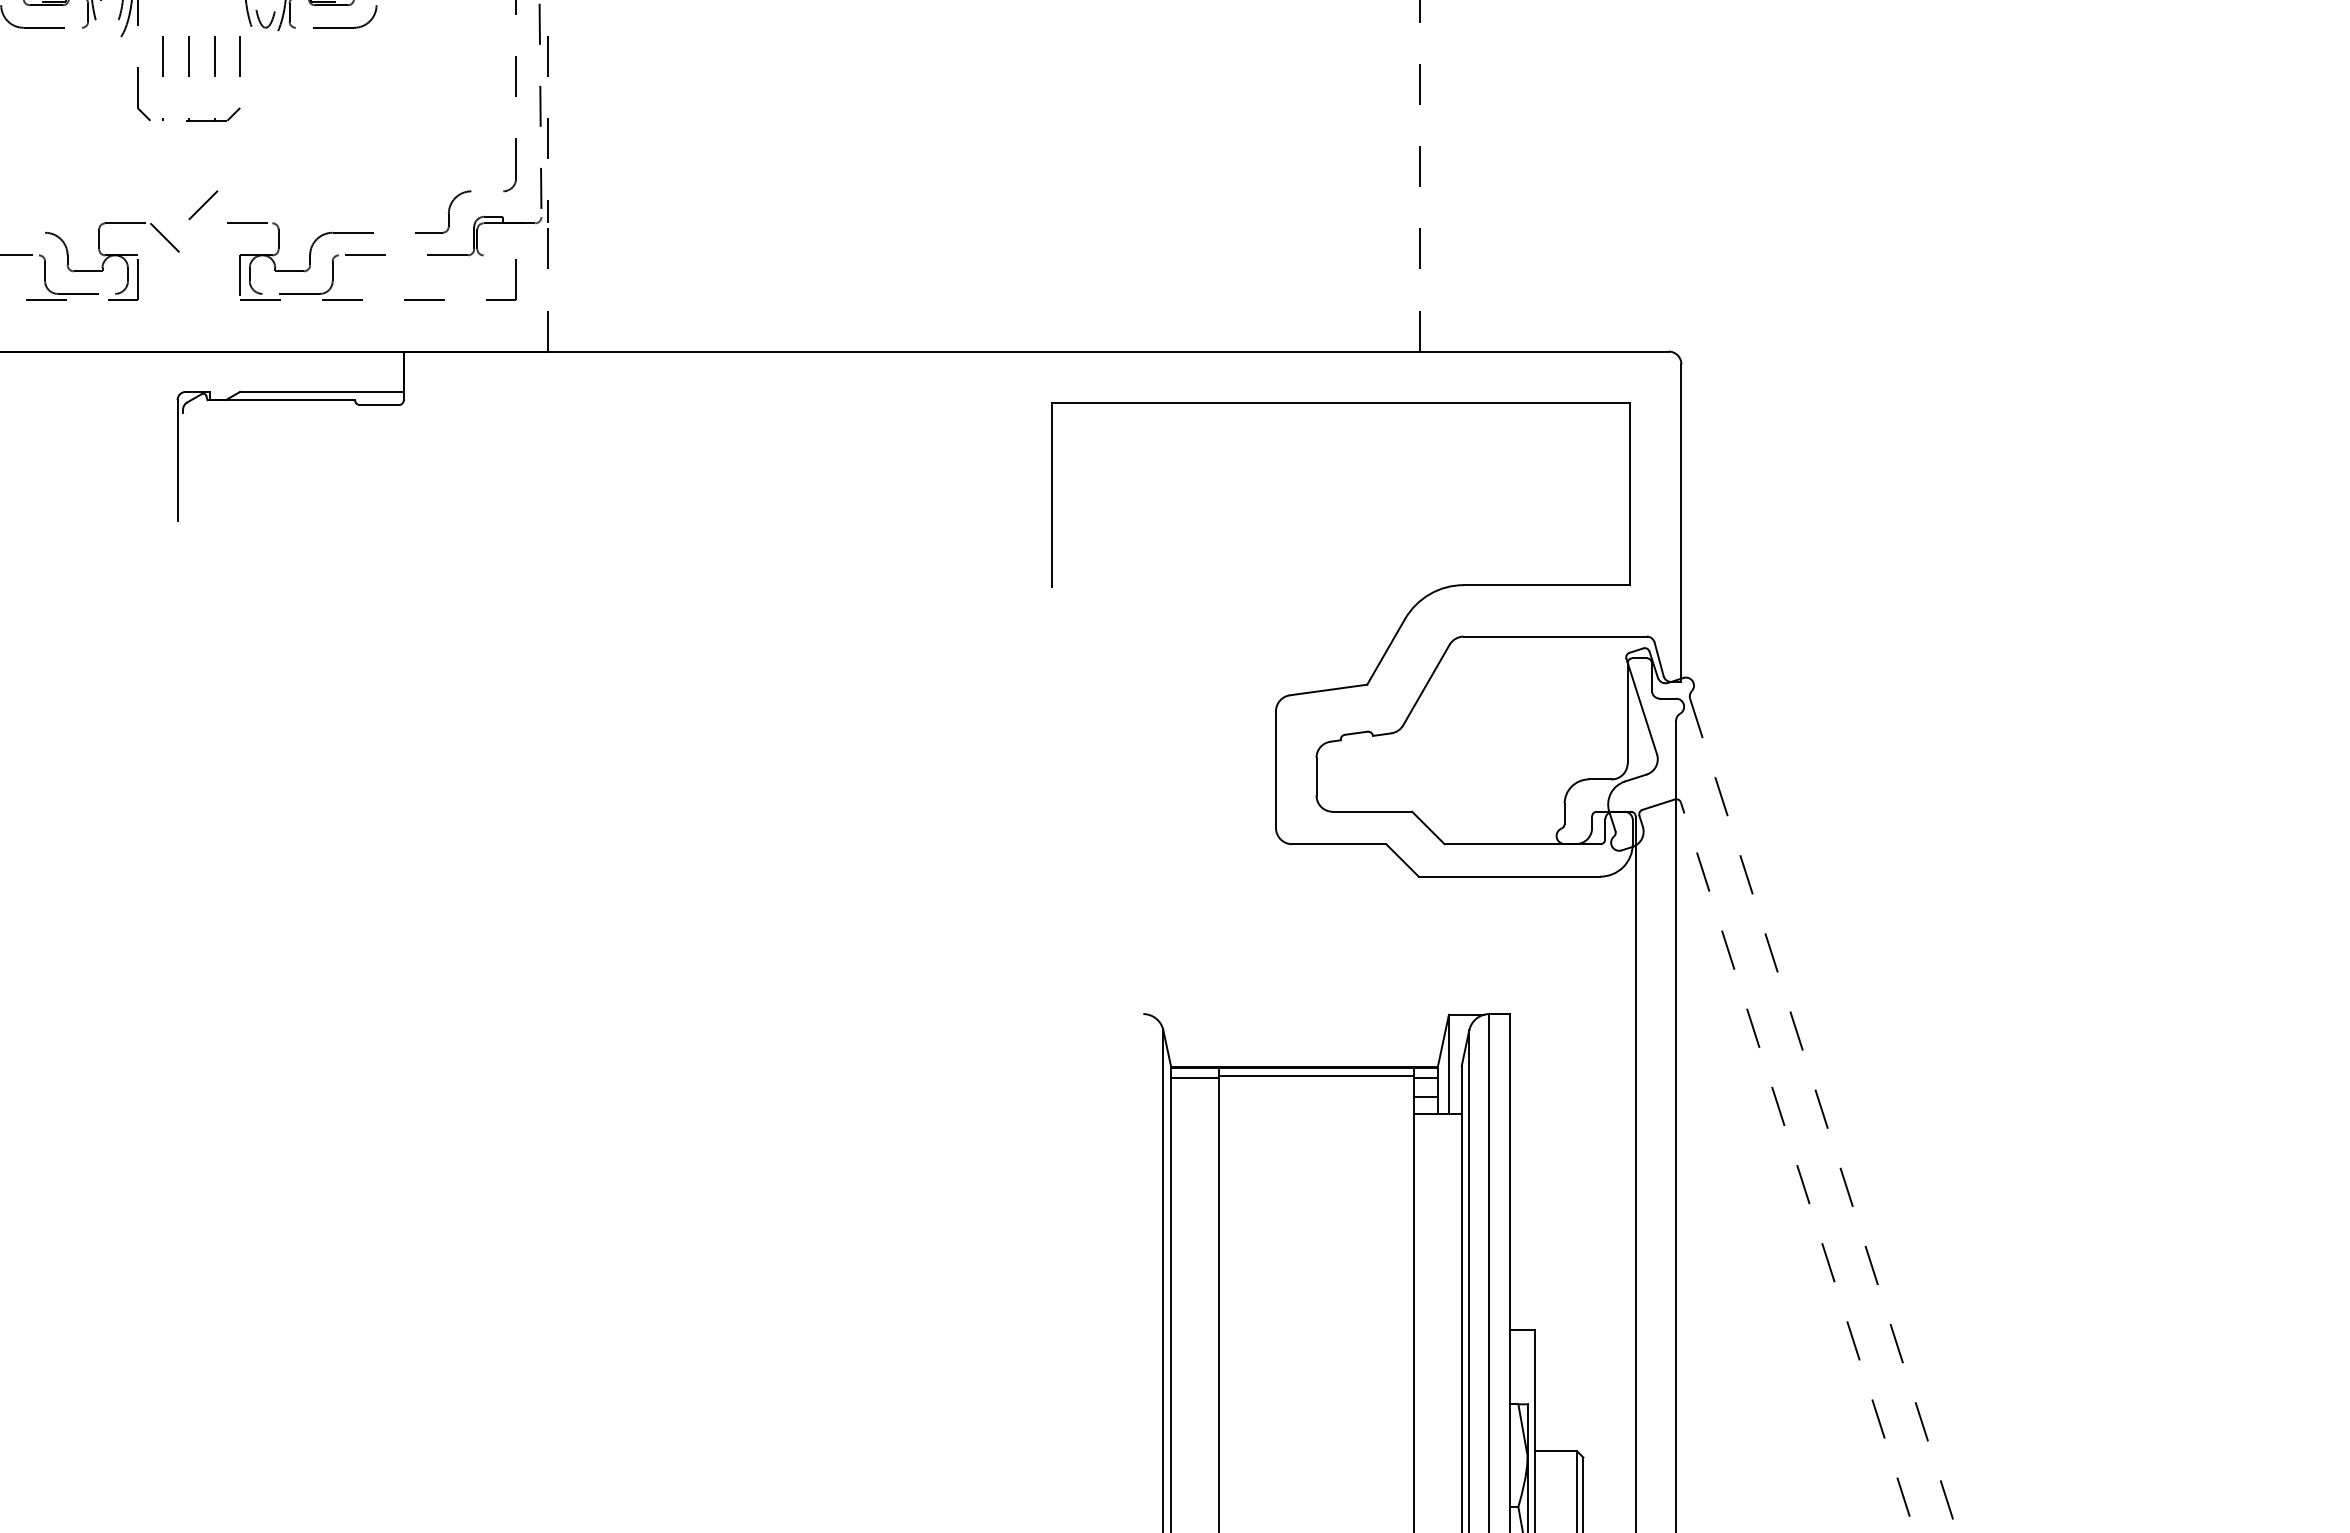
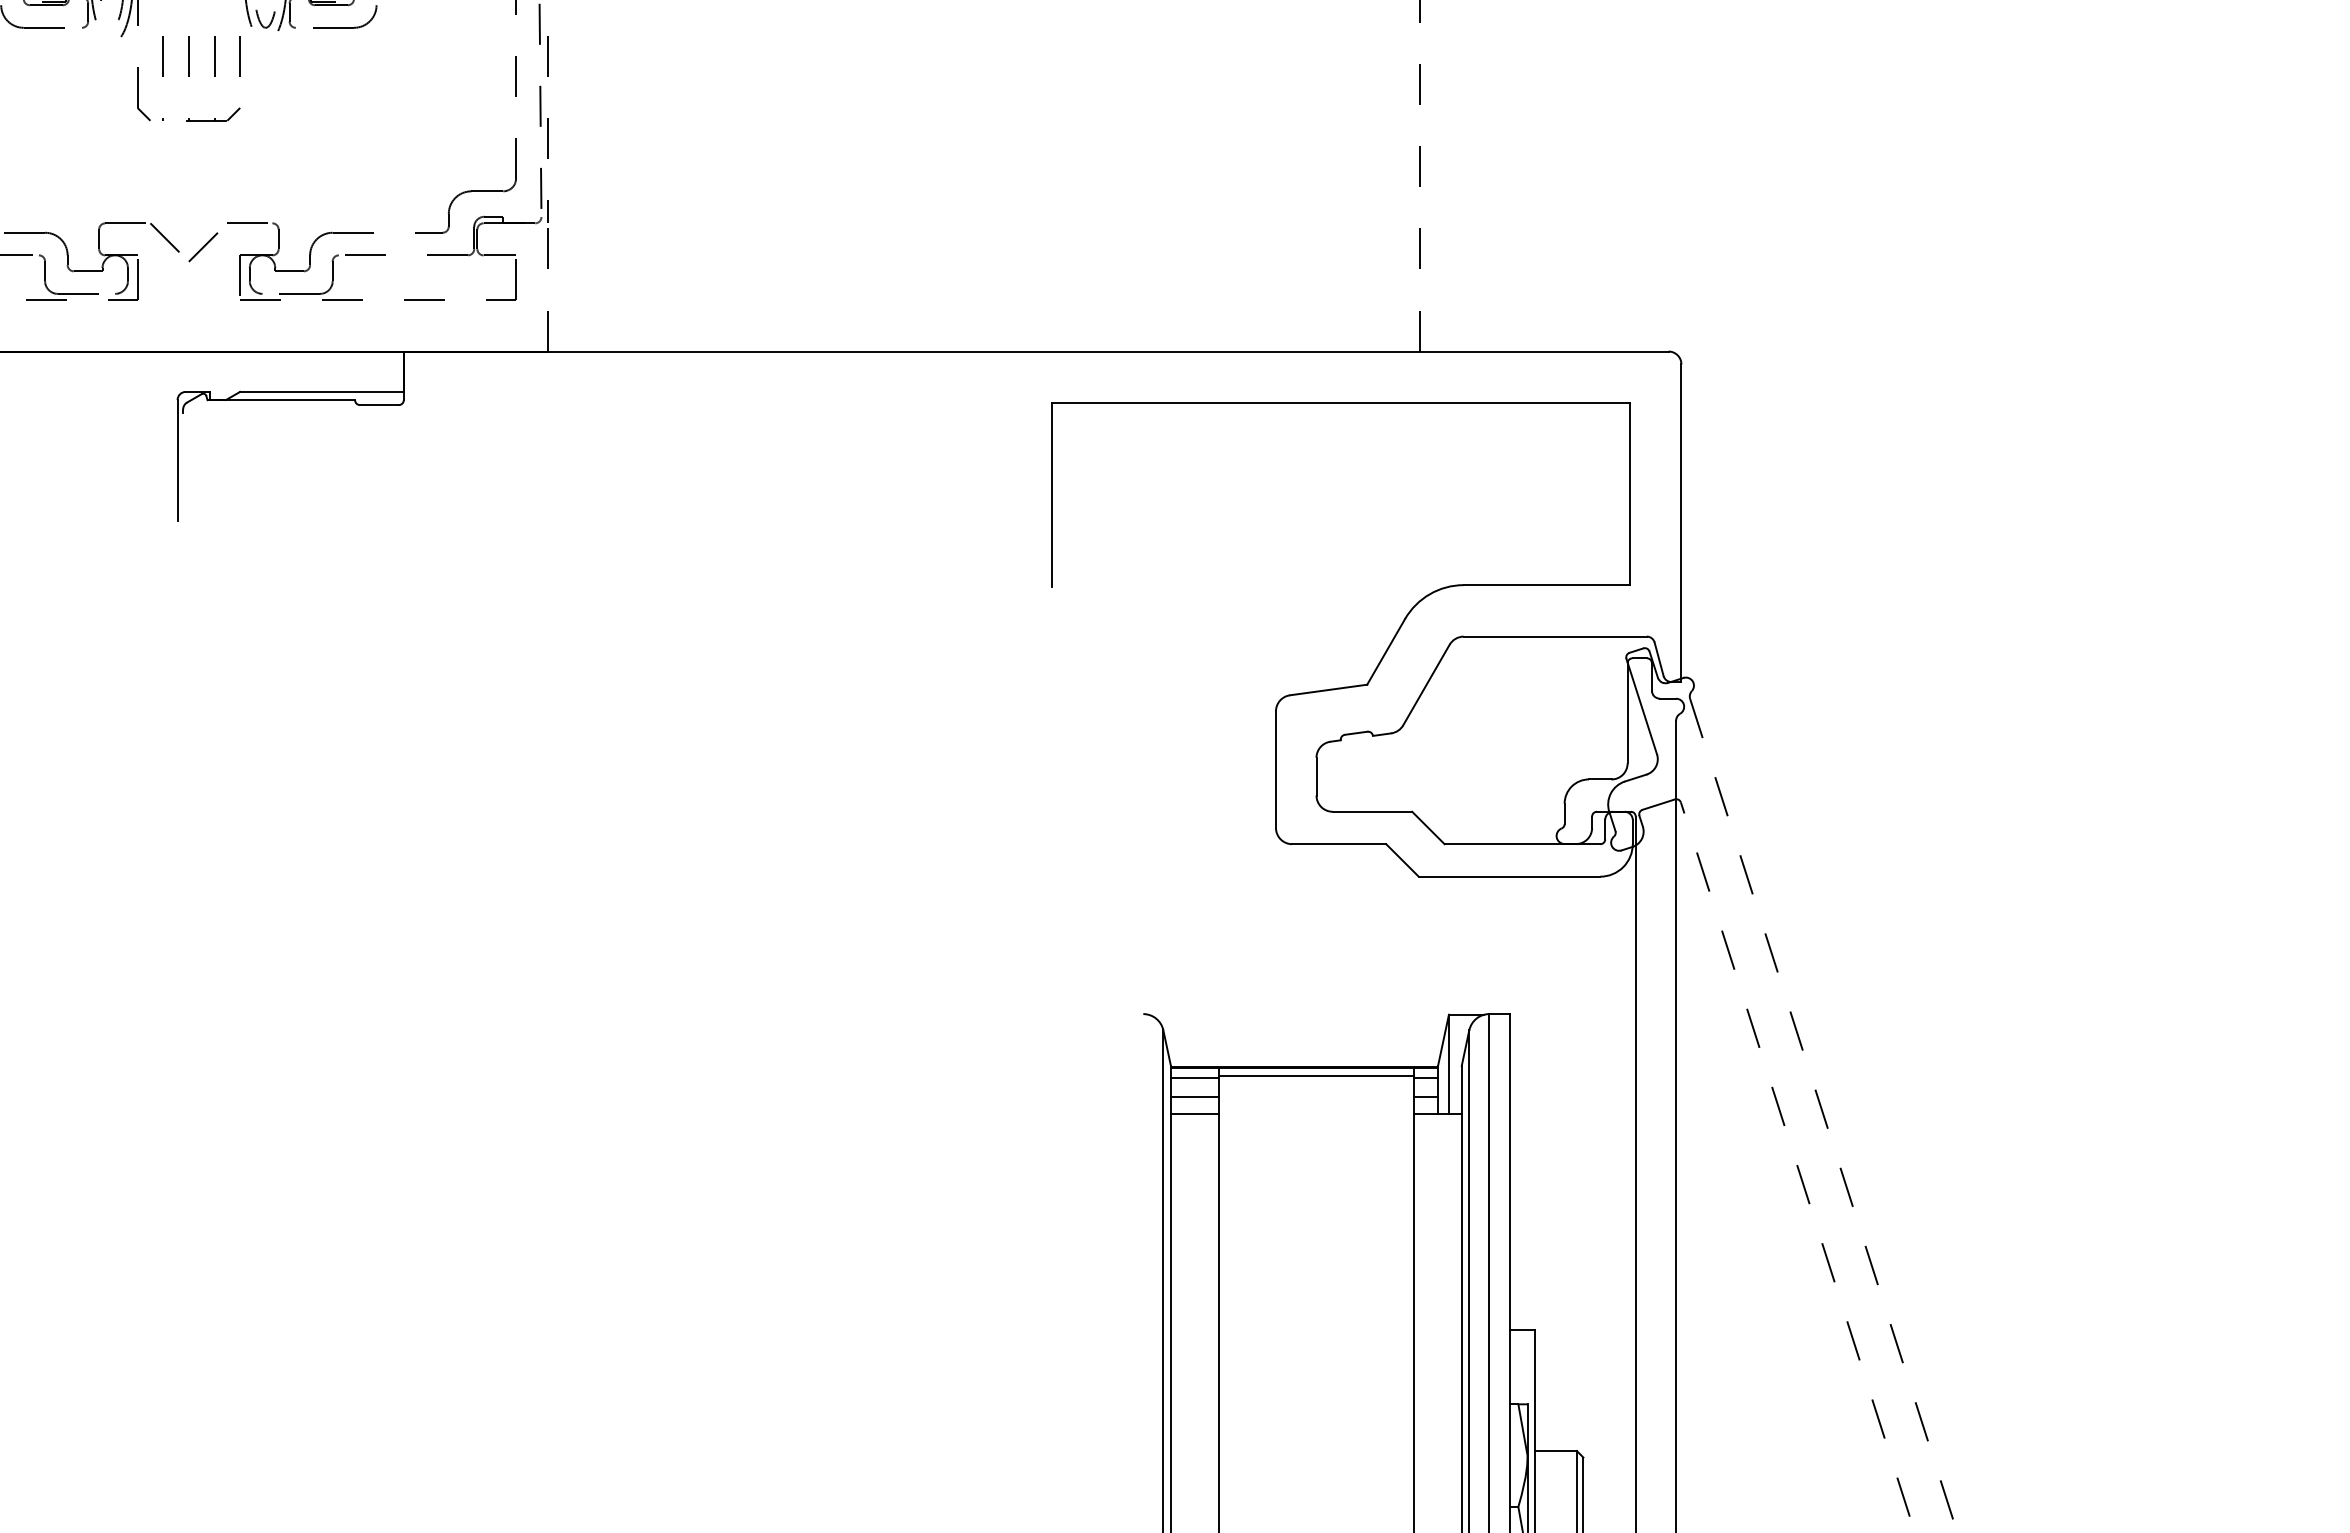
line at (487, 191): none -> present
line at (203, 205) position: (203, 205) -> (203, 247)
line at (23, 232): none -> present
line at (499, 255): none -> present
line at (1194, 1097): none -> present
line at (1194, 1114): none -> present
